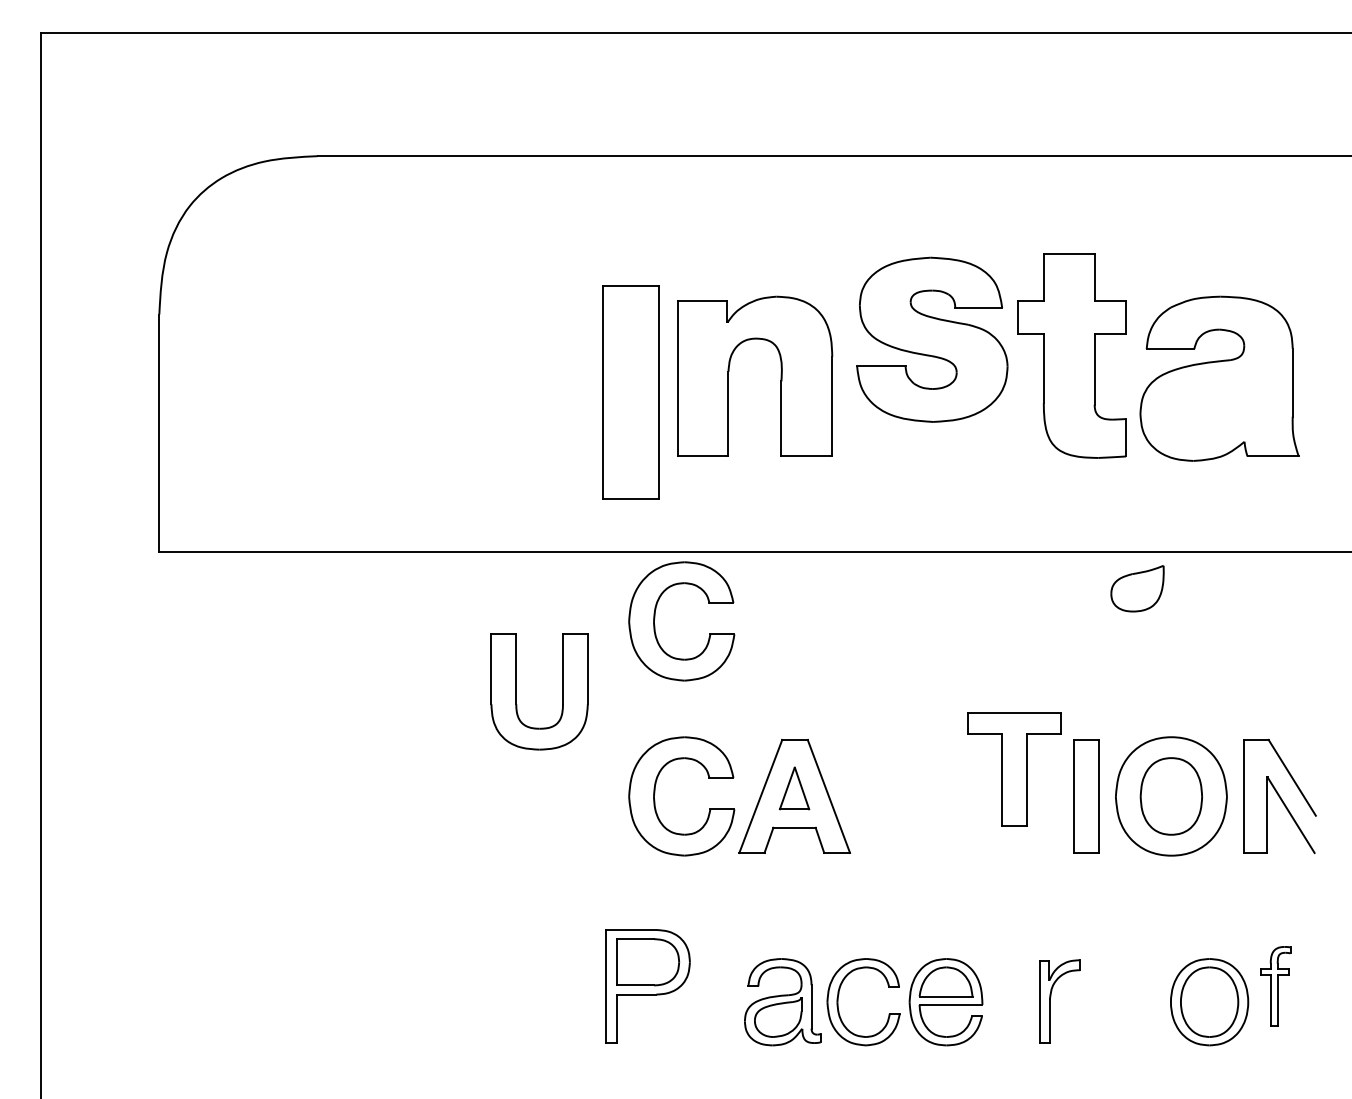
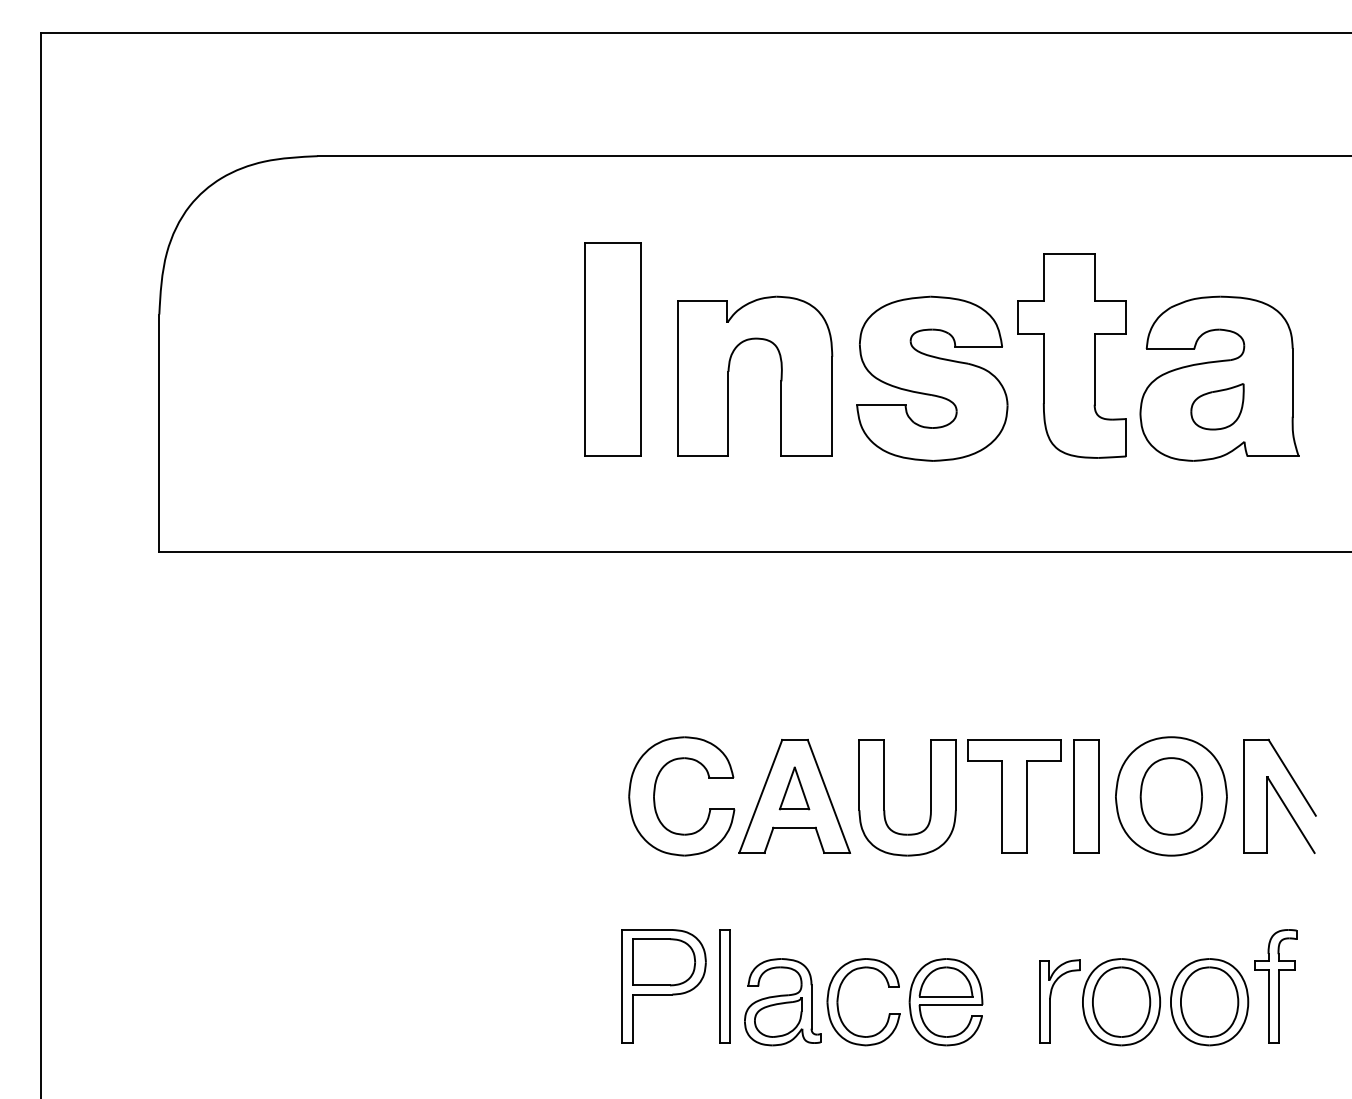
part at (932, 339) position: (932, 339) -> (932, 378)
part at (630, 392) position: (630, 392) -> (612, 349)
part at (1137, 588) position: (1137, 588) -> (1217, 406)
part at (655, 618): present -> none
part at (516, 691) position: (516, 691) -> (884, 797)
part at (1014, 769) position: (1014, 769) -> (1014, 796)
part at (647, 986) position: (647, 986) -> (663, 986)
part at (724, 986): none -> present
part at (1275, 986) size: 32x81 px -> 44x115 px
part at (1121, 1002): none -> present
